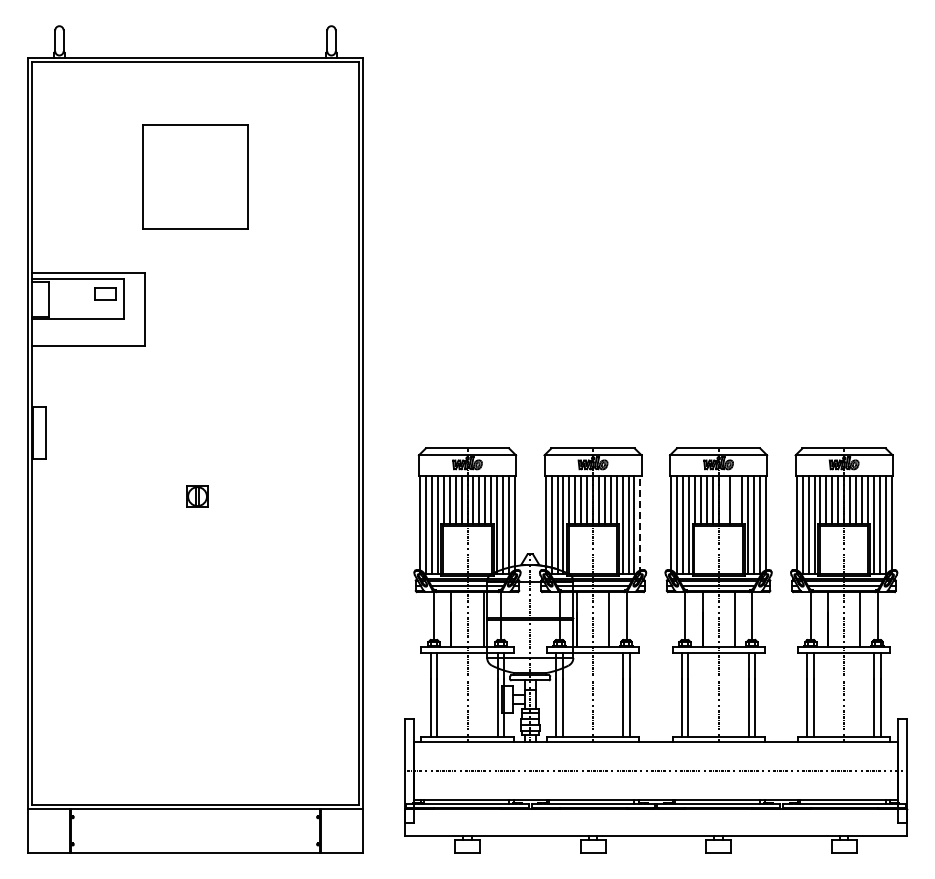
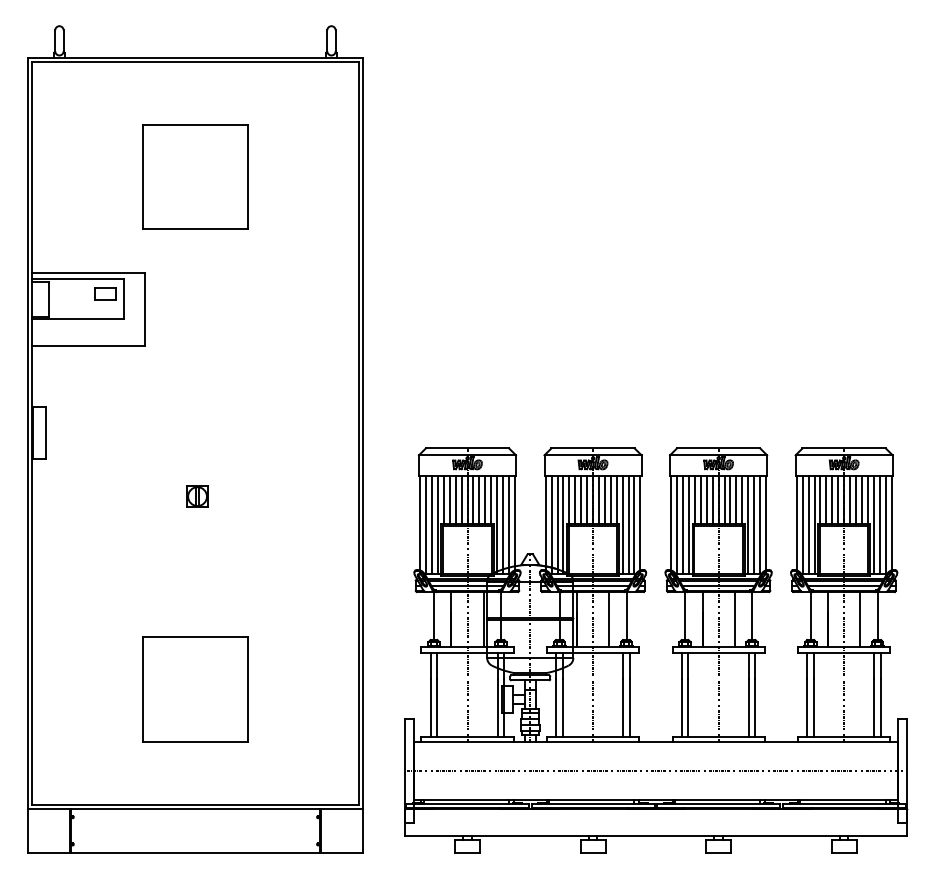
line at (724, 499): none -> present
line at (736, 499): none -> present
line at (640, 524): dashed -> solid
part at (195, 689): none -> present
